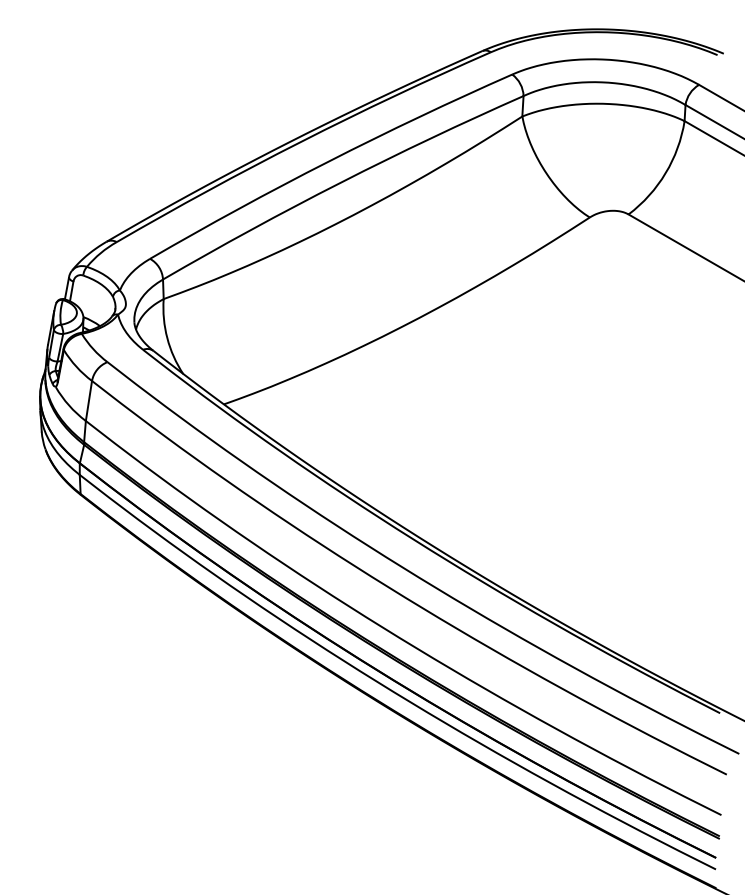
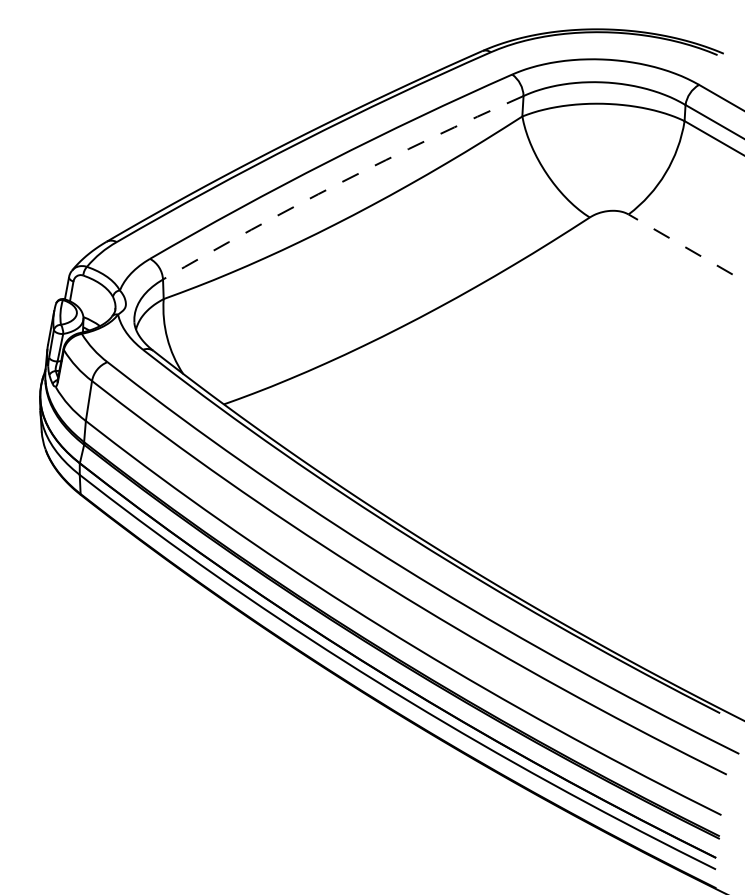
arc at (340, 182): solid -> dashed
line at (686, 247): solid -> dashed
